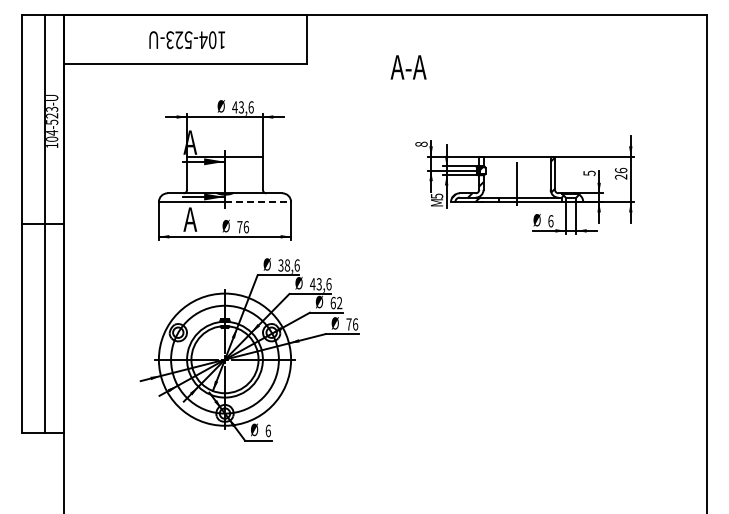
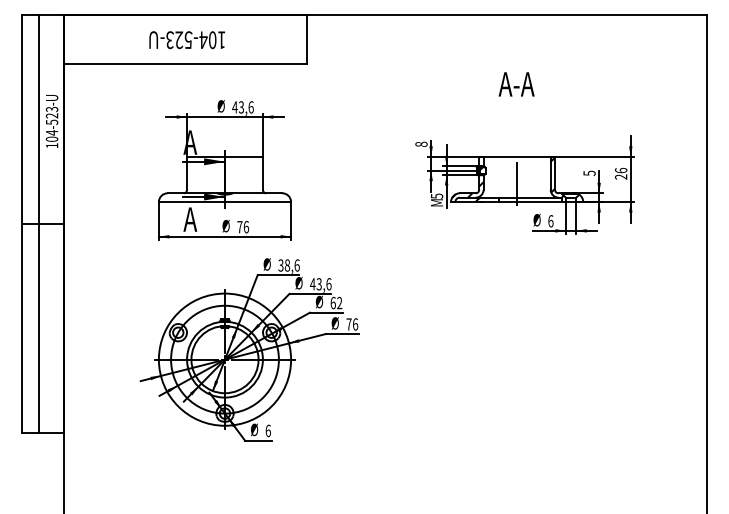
text at (408, 67) position: (408, 67) -> (516, 84)
line at (258, 202): dashed -> solid
line at (45, 223) position: (45, 223) -> (39, 223)
